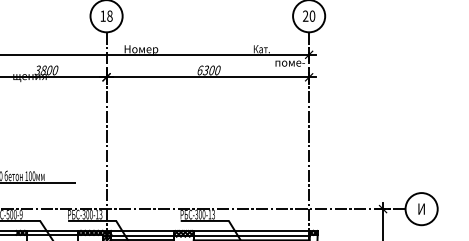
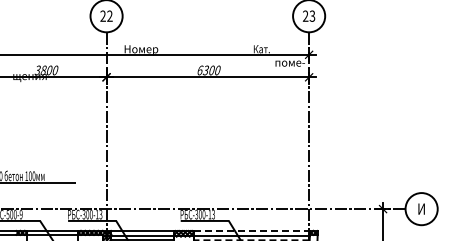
text at (106, 15): 18 -> 22
text at (312, 15): 20 -> 23
line at (251, 230): solid -> dashed
line at (251, 240): solid -> dashed
